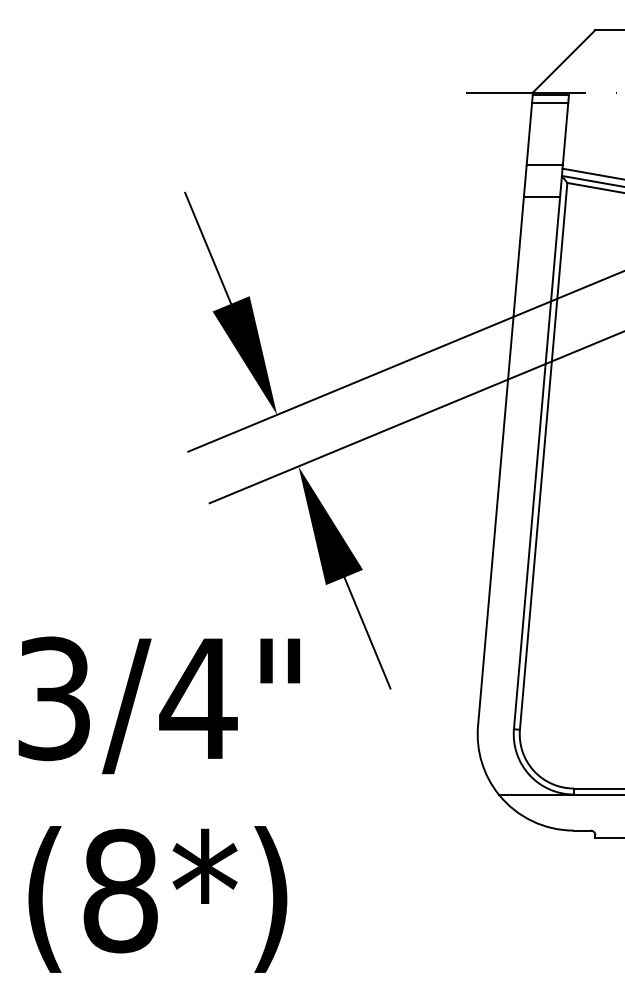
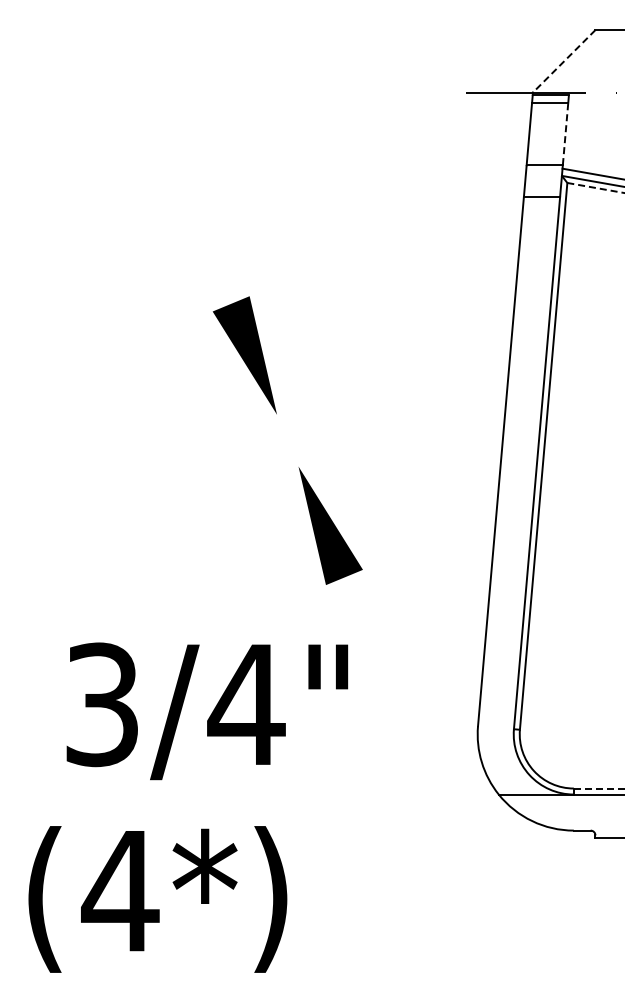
line at (563, 61): solid -> dashed
line at (565, 134): solid -> dashed
line at (595, 188): solid -> dashed
line at (208, 247): present -> none
line at (404, 361): present -> none
line at (415, 417): present -> none
line at (367, 632): present -> none
text at (159, 705) position: (159, 705) -> (207, 711)
line at (599, 788): solid -> dashed
text at (120, 890): (8*) -> (4*)
